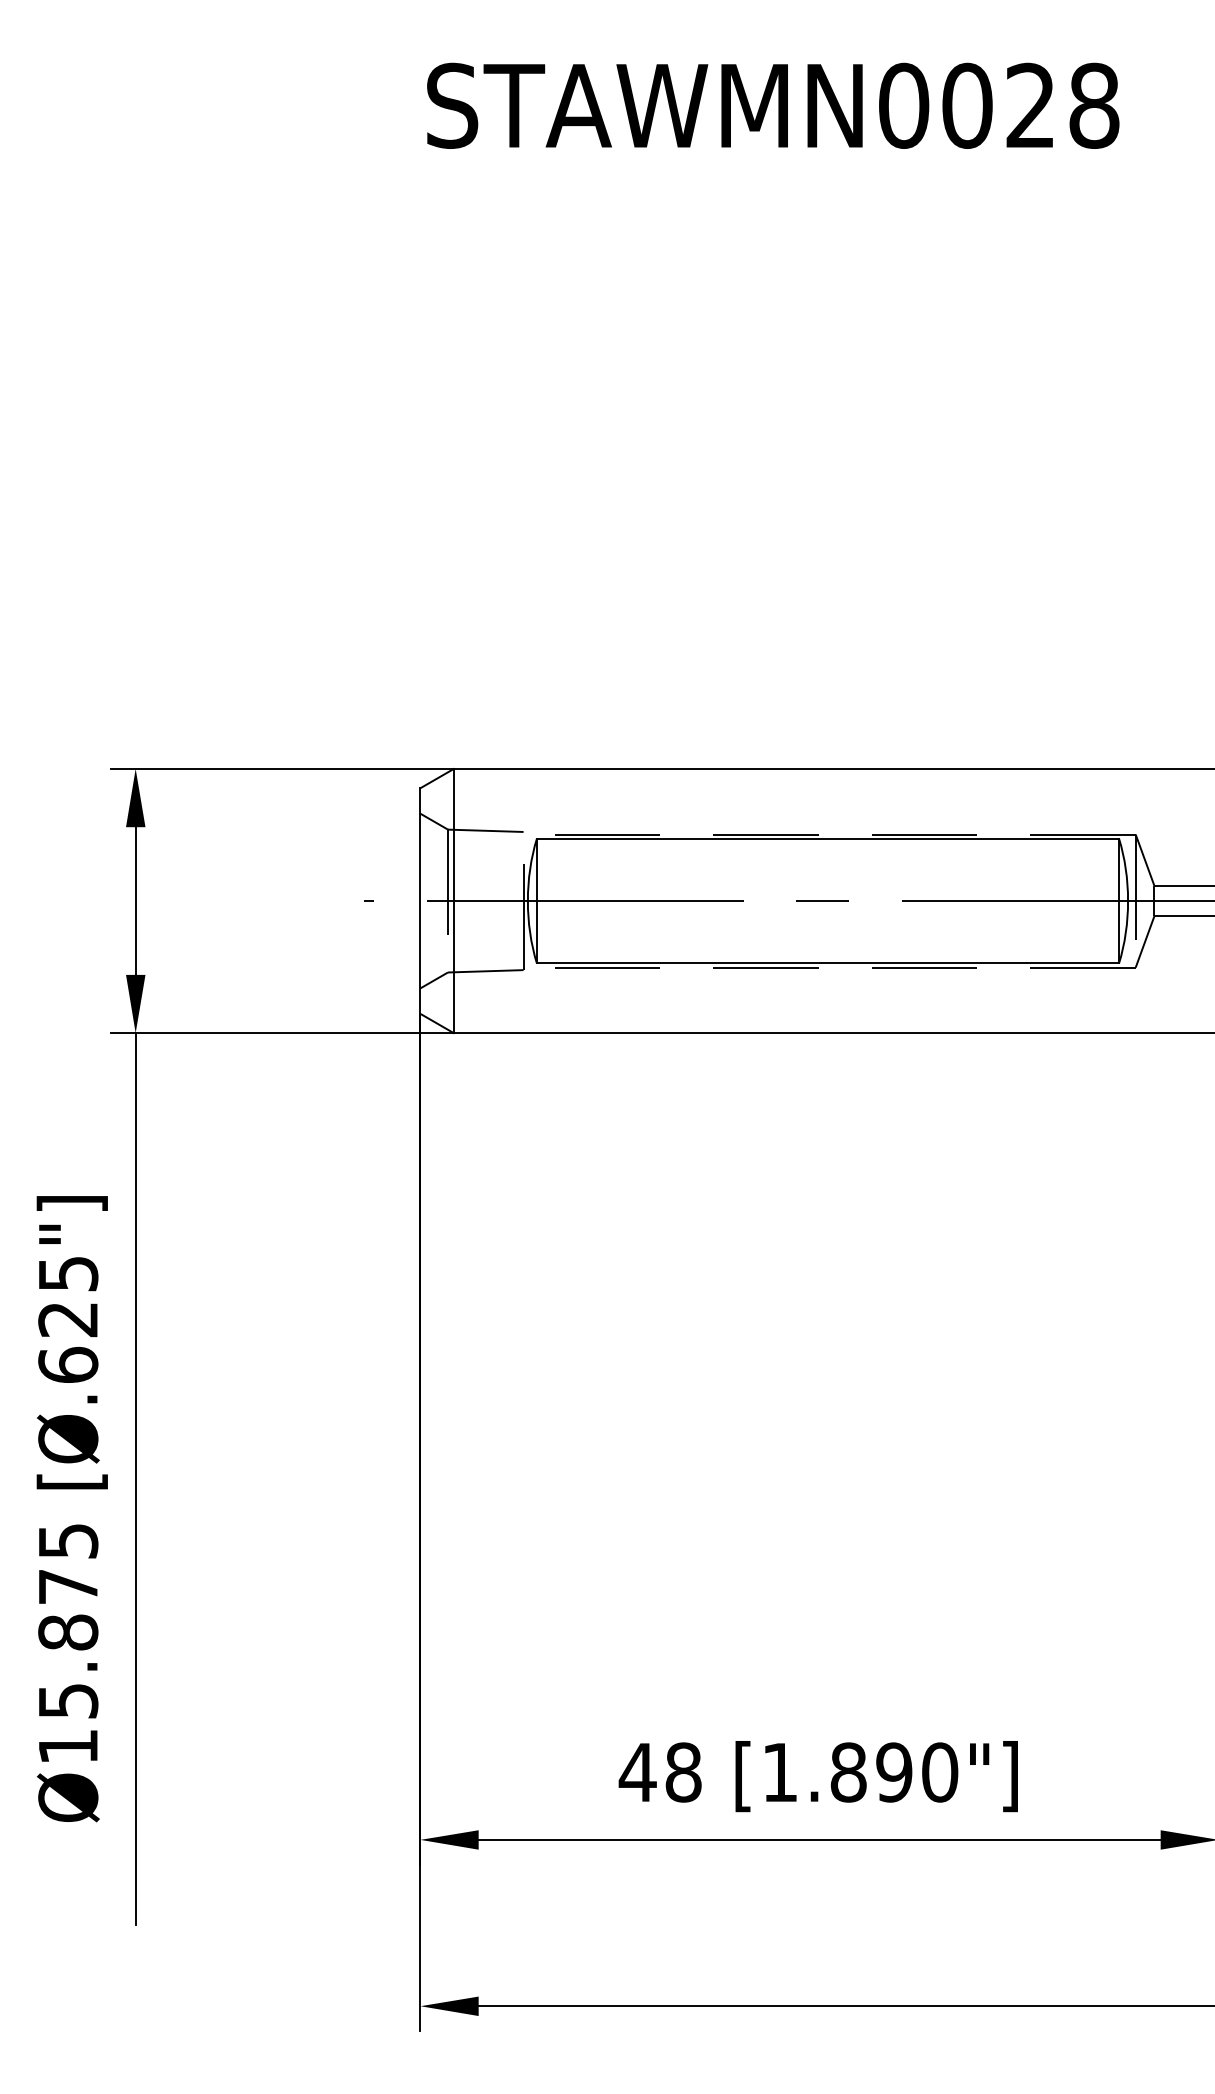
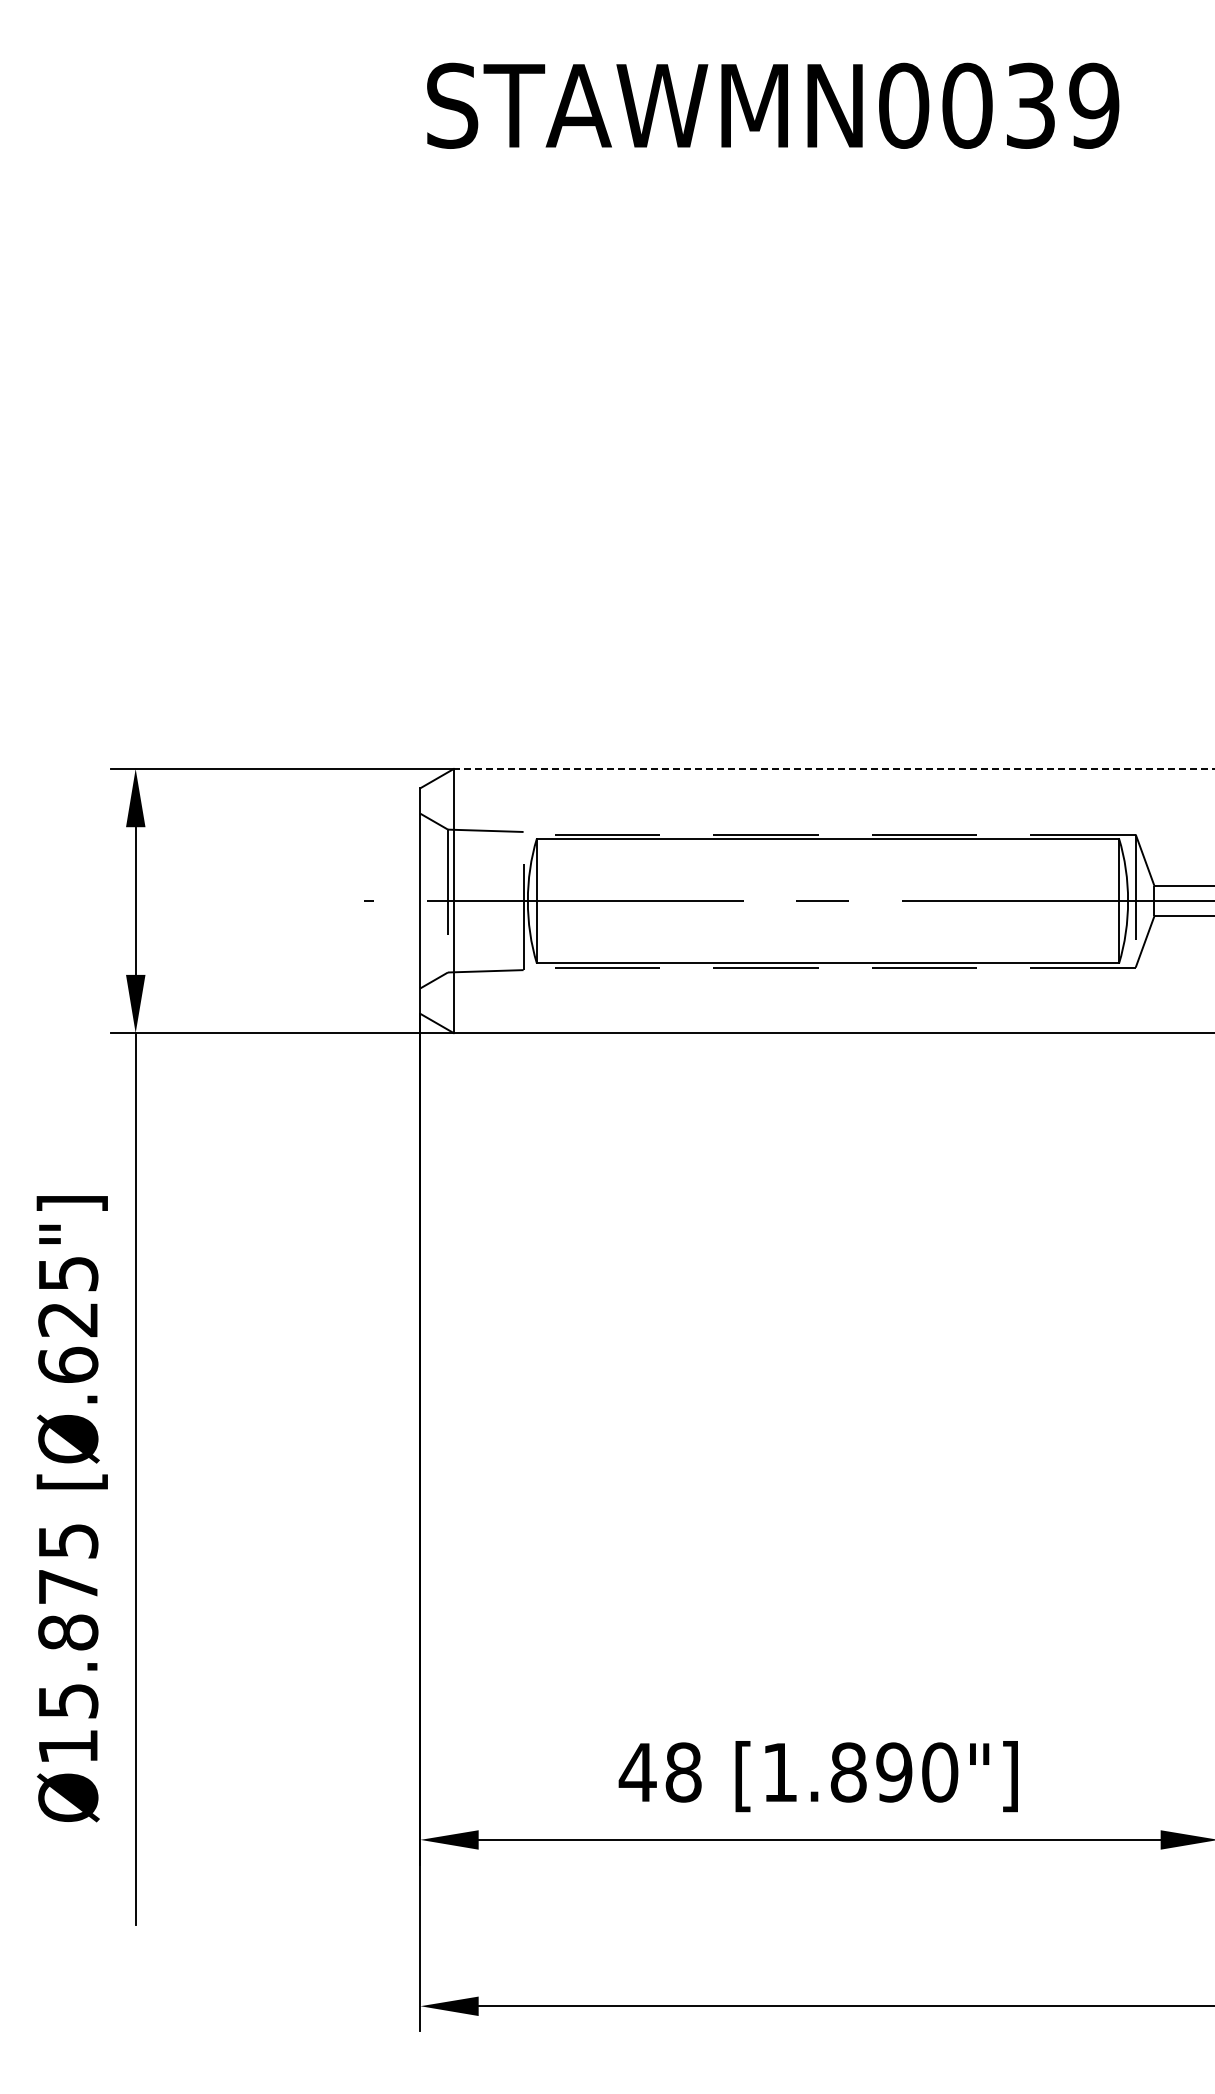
text at (1062, 105): STAWMN0028 -> STAWMN0039
line at (834, 769): solid -> dashed
